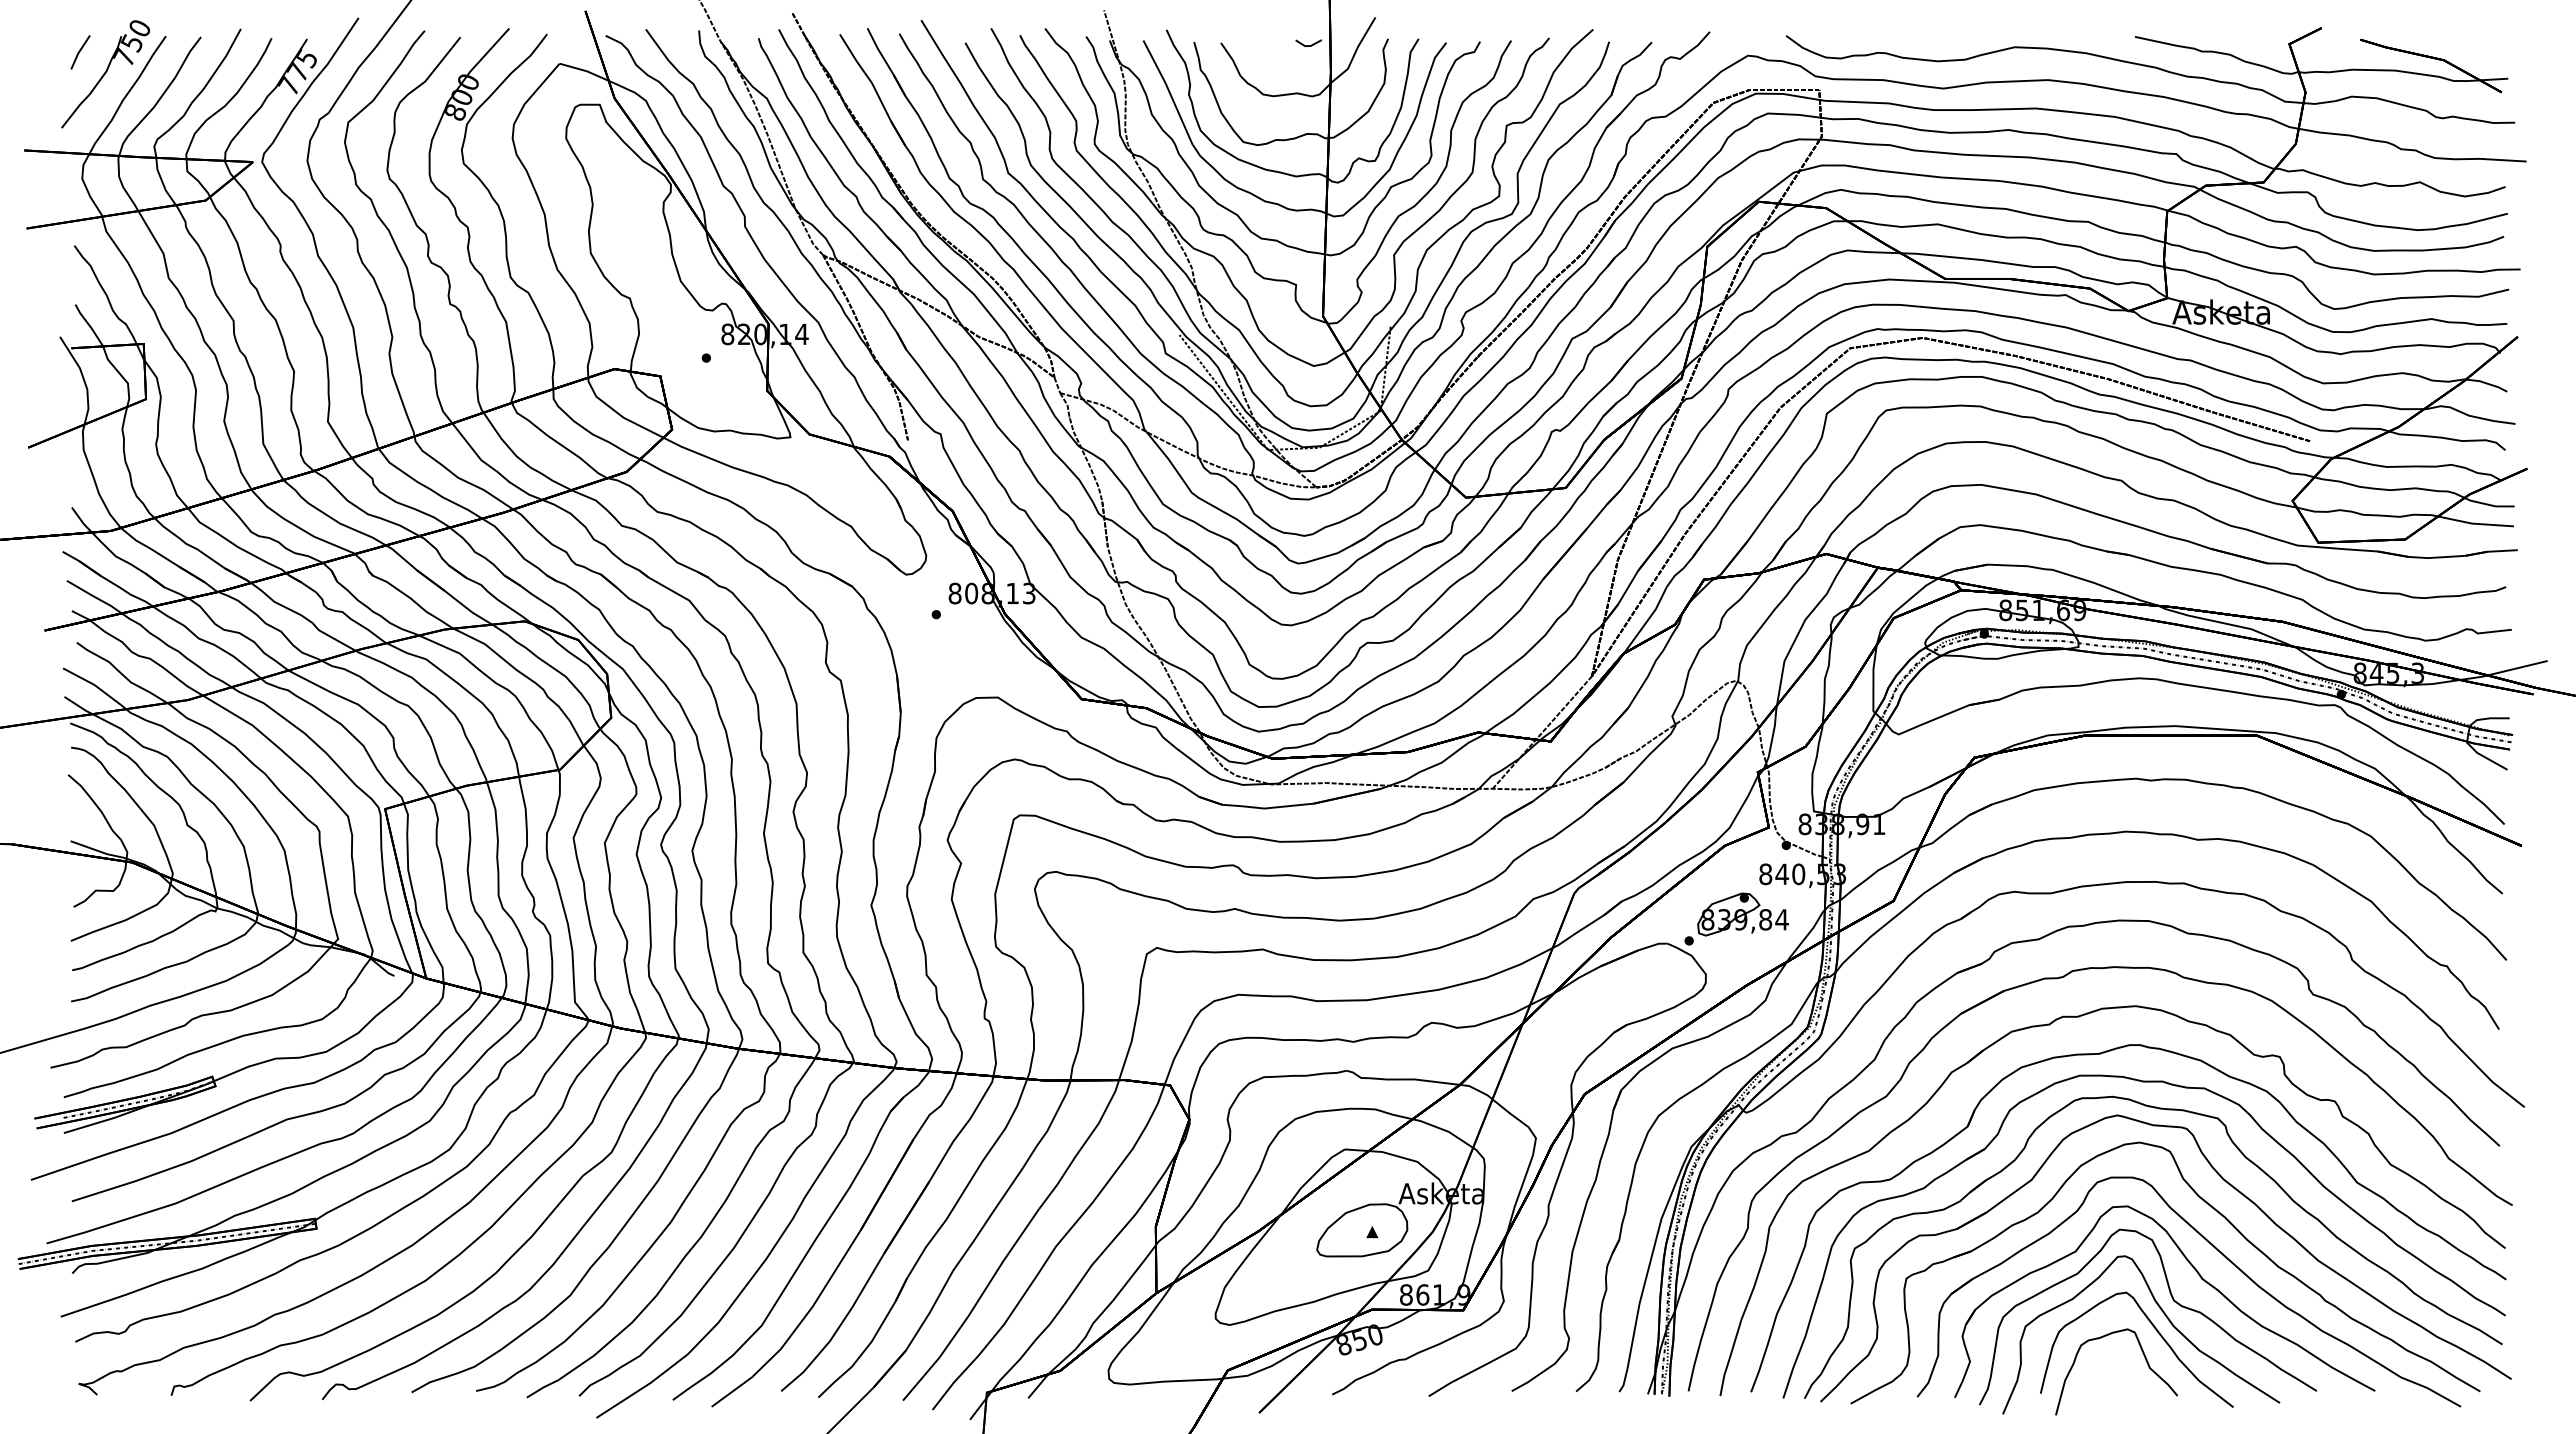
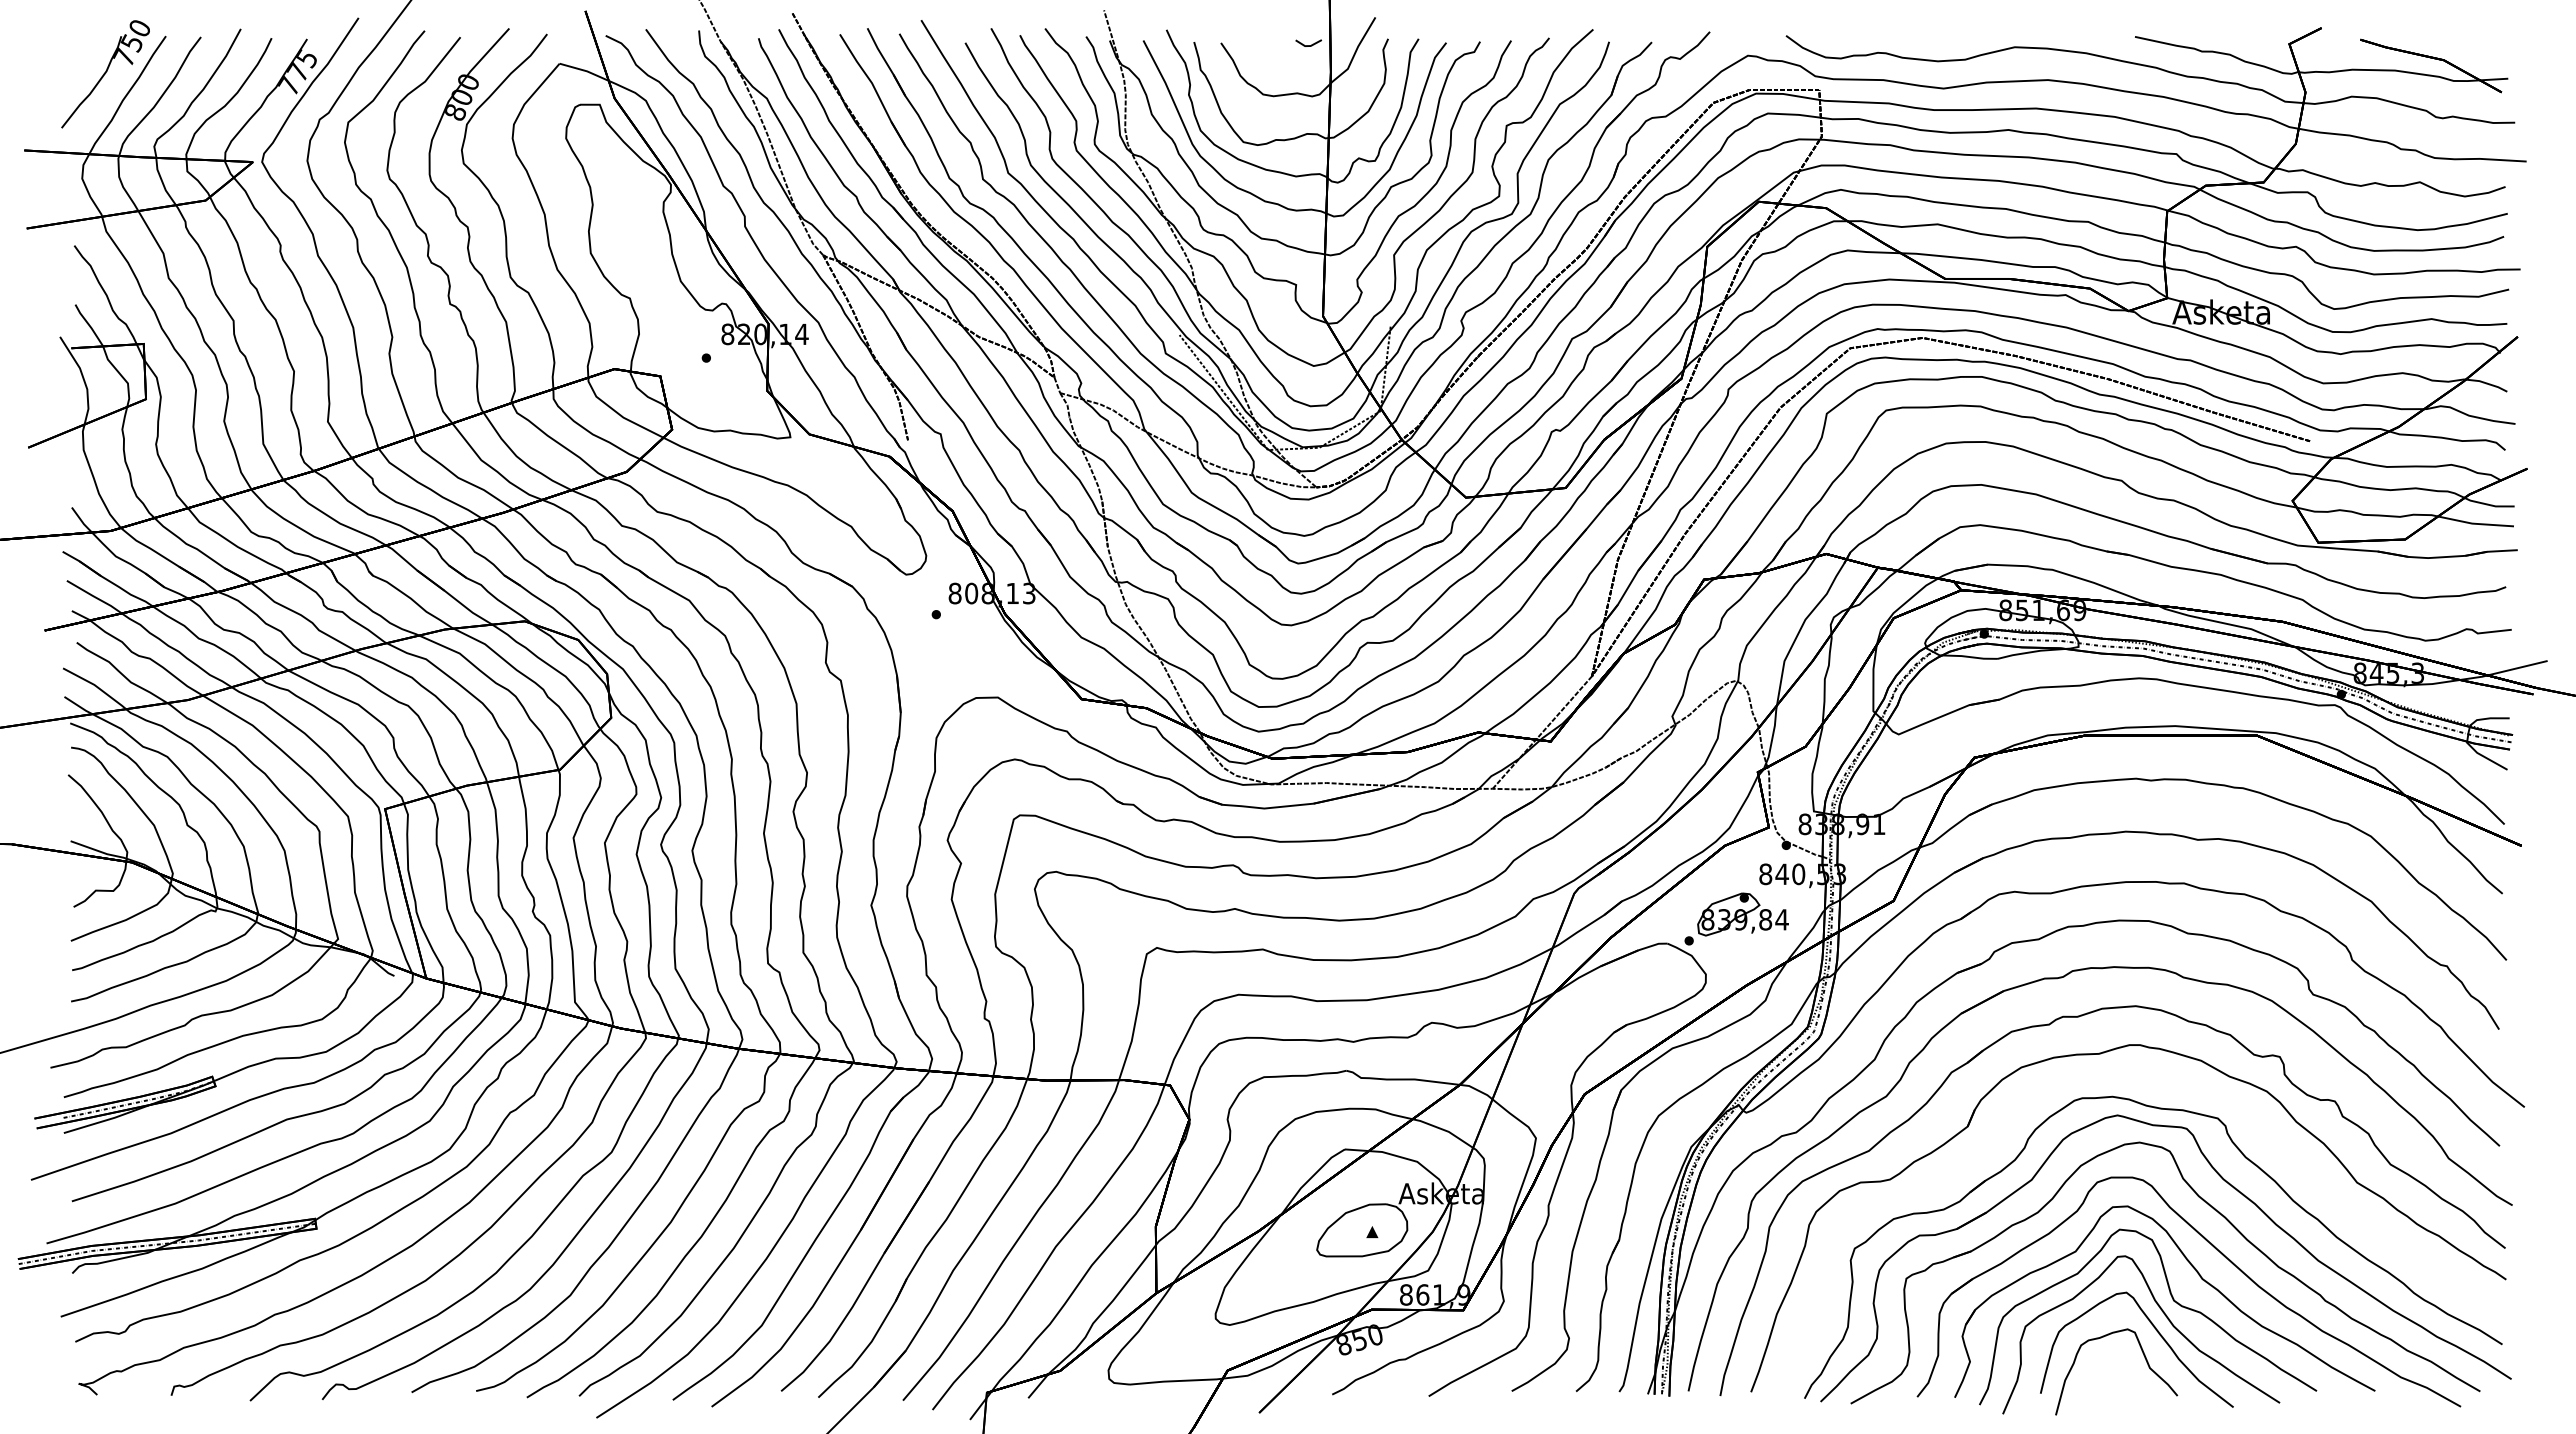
line at (80, 51): present -> none
part at (2179, 1087): present -> none
